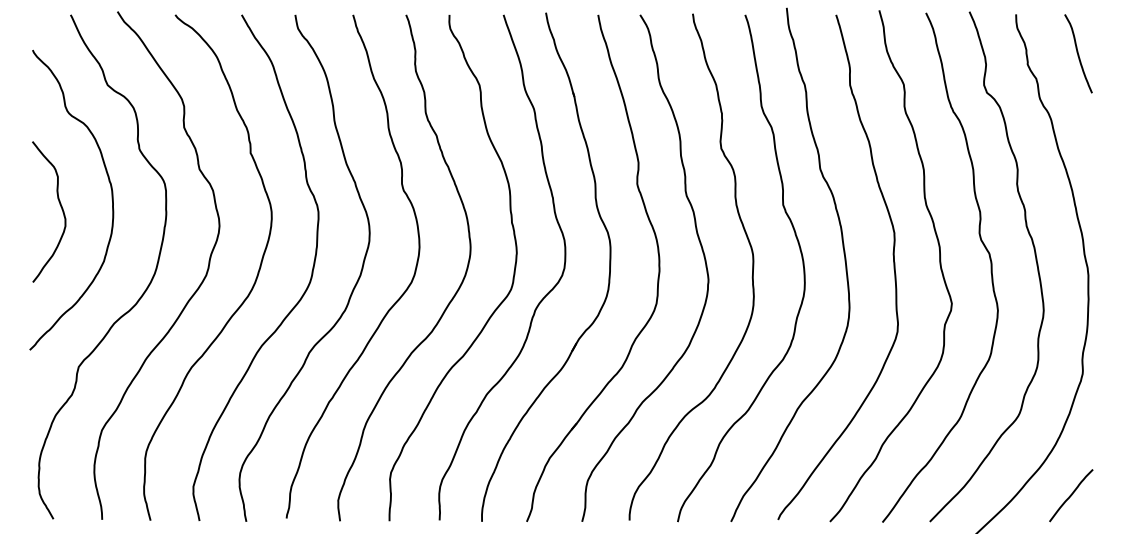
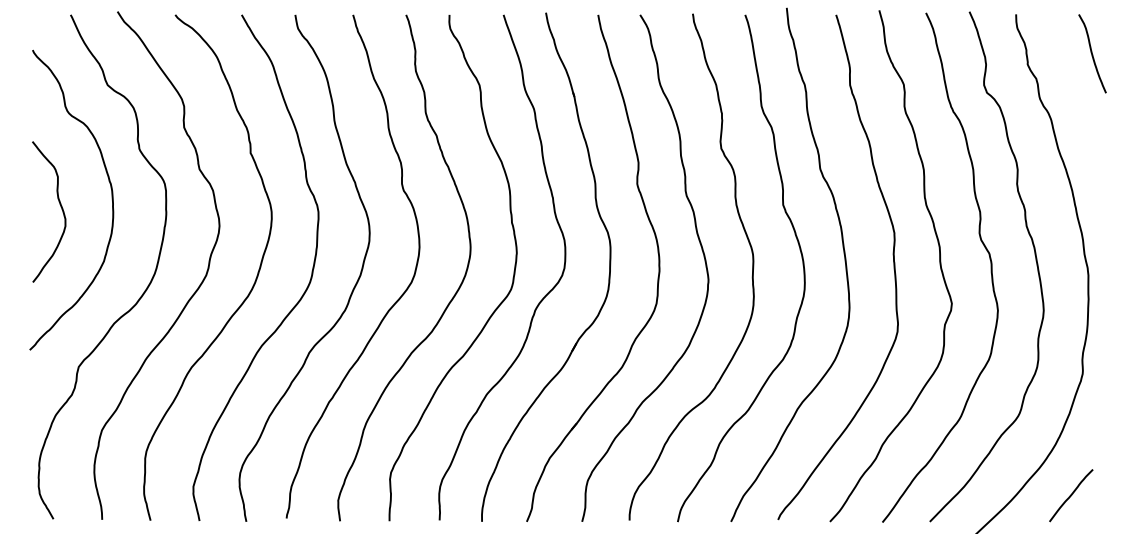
curve at (1078, 53) position: (1078, 53) -> (1092, 53)
